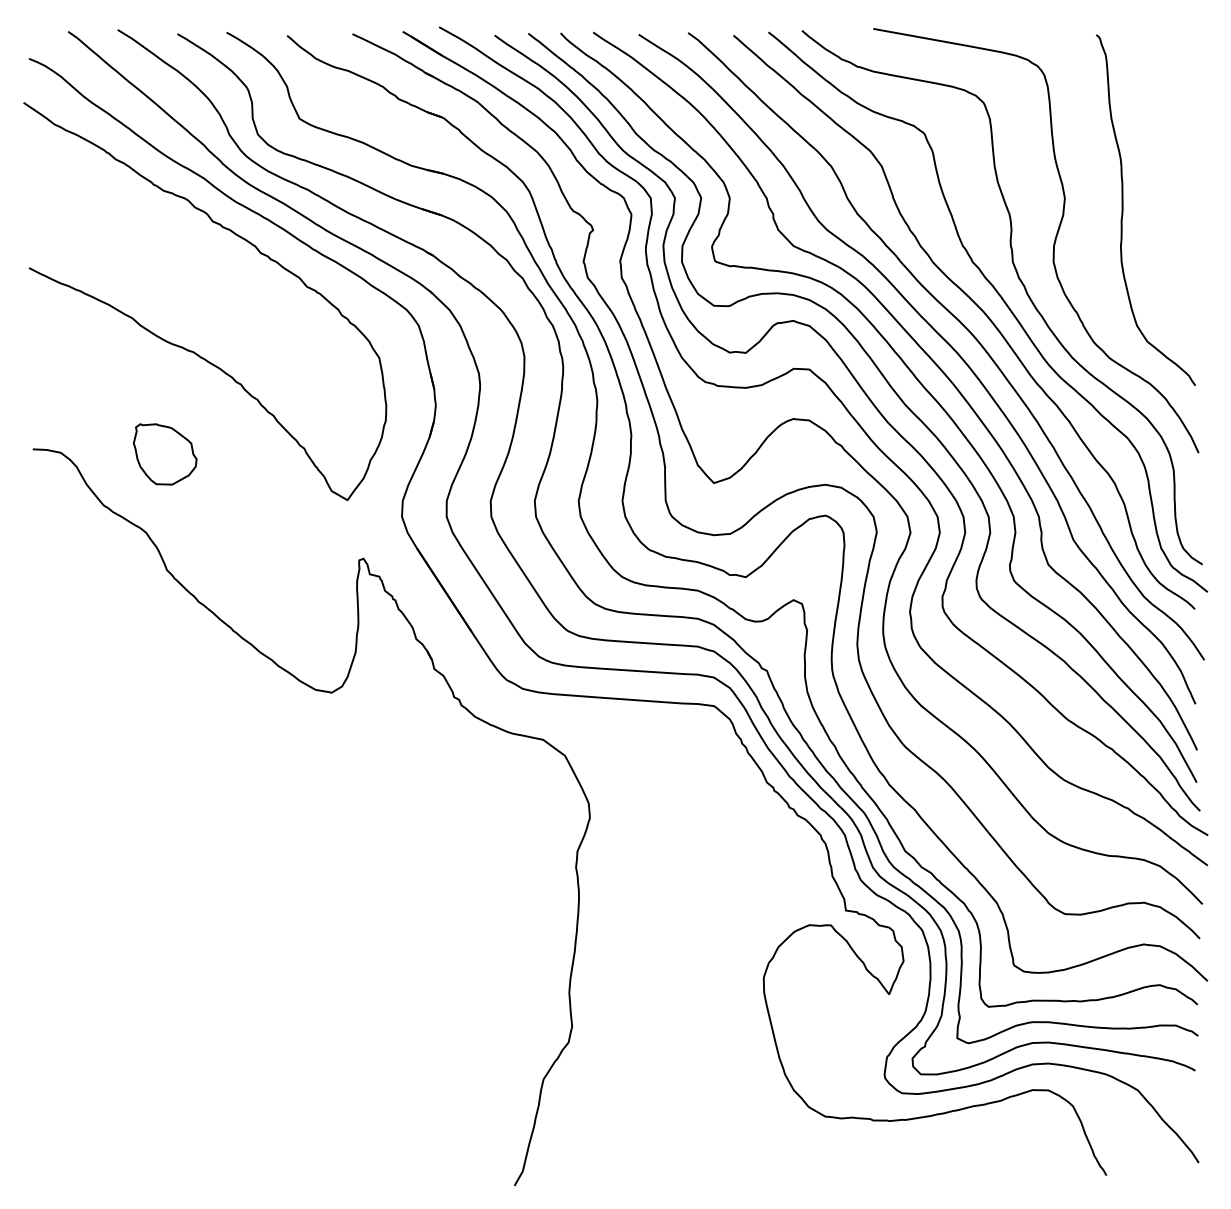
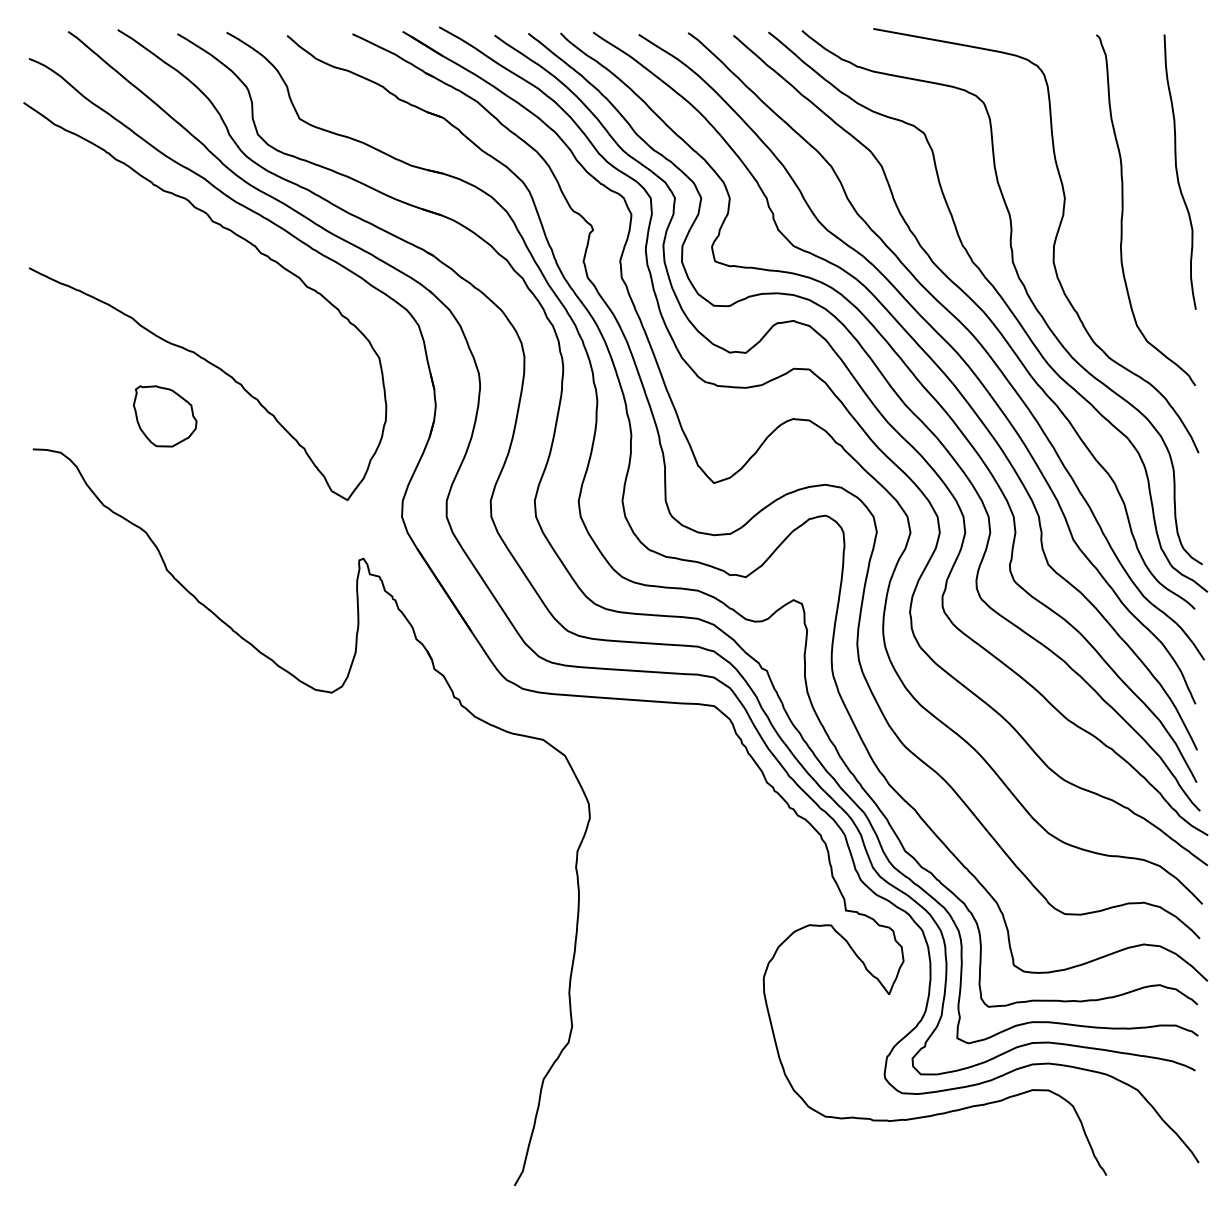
curve at (1177, 171): none -> present
part at (164, 454) position: (164, 454) -> (164, 416)
